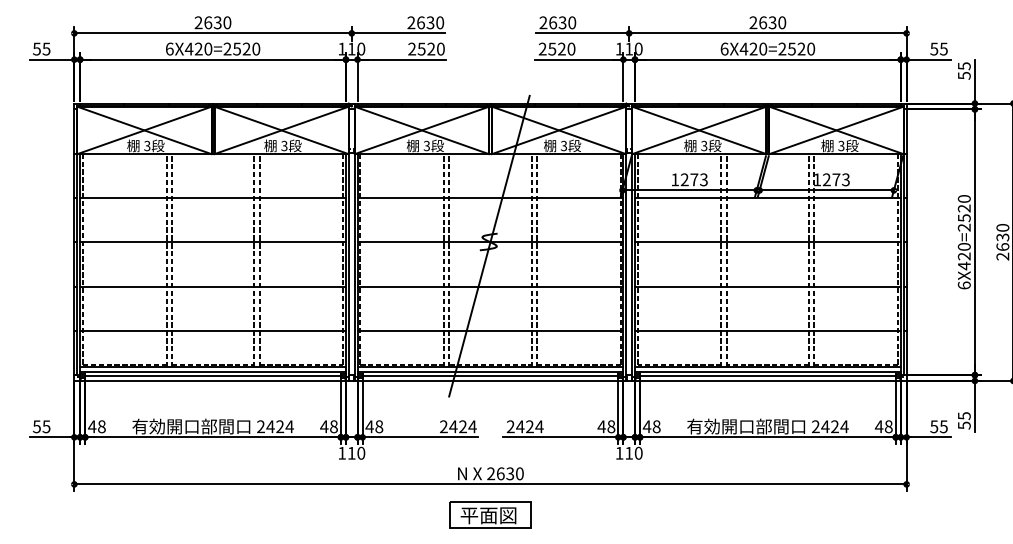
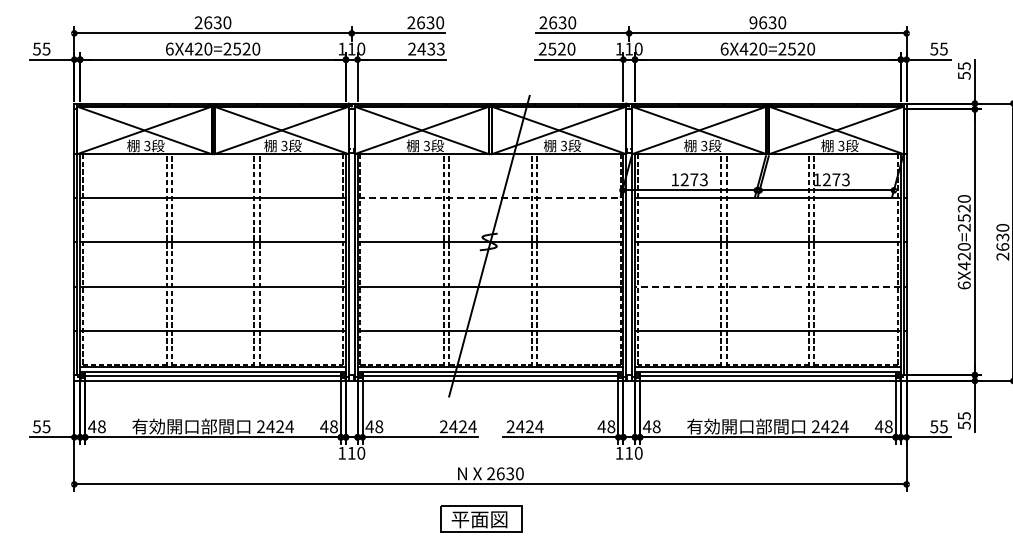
text at (753, 23): 2630 -> 9630
text at (430, 48): 2520 -> 2433
line at (490, 197): solid -> dashed
line at (767, 286): solid -> dashed
part at (490, 514) position: (490, 514) -> (481, 518)
